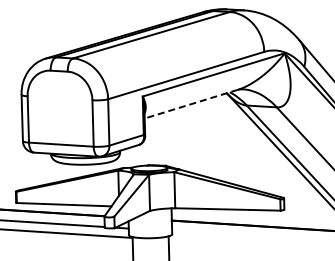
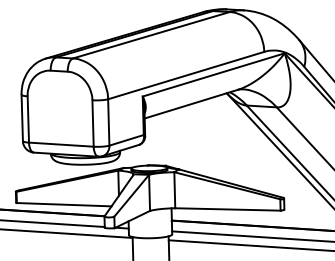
line at (191, 104): dashed -> solid
line at (251, 236): none -> present
line at (249, 245): none -> present
